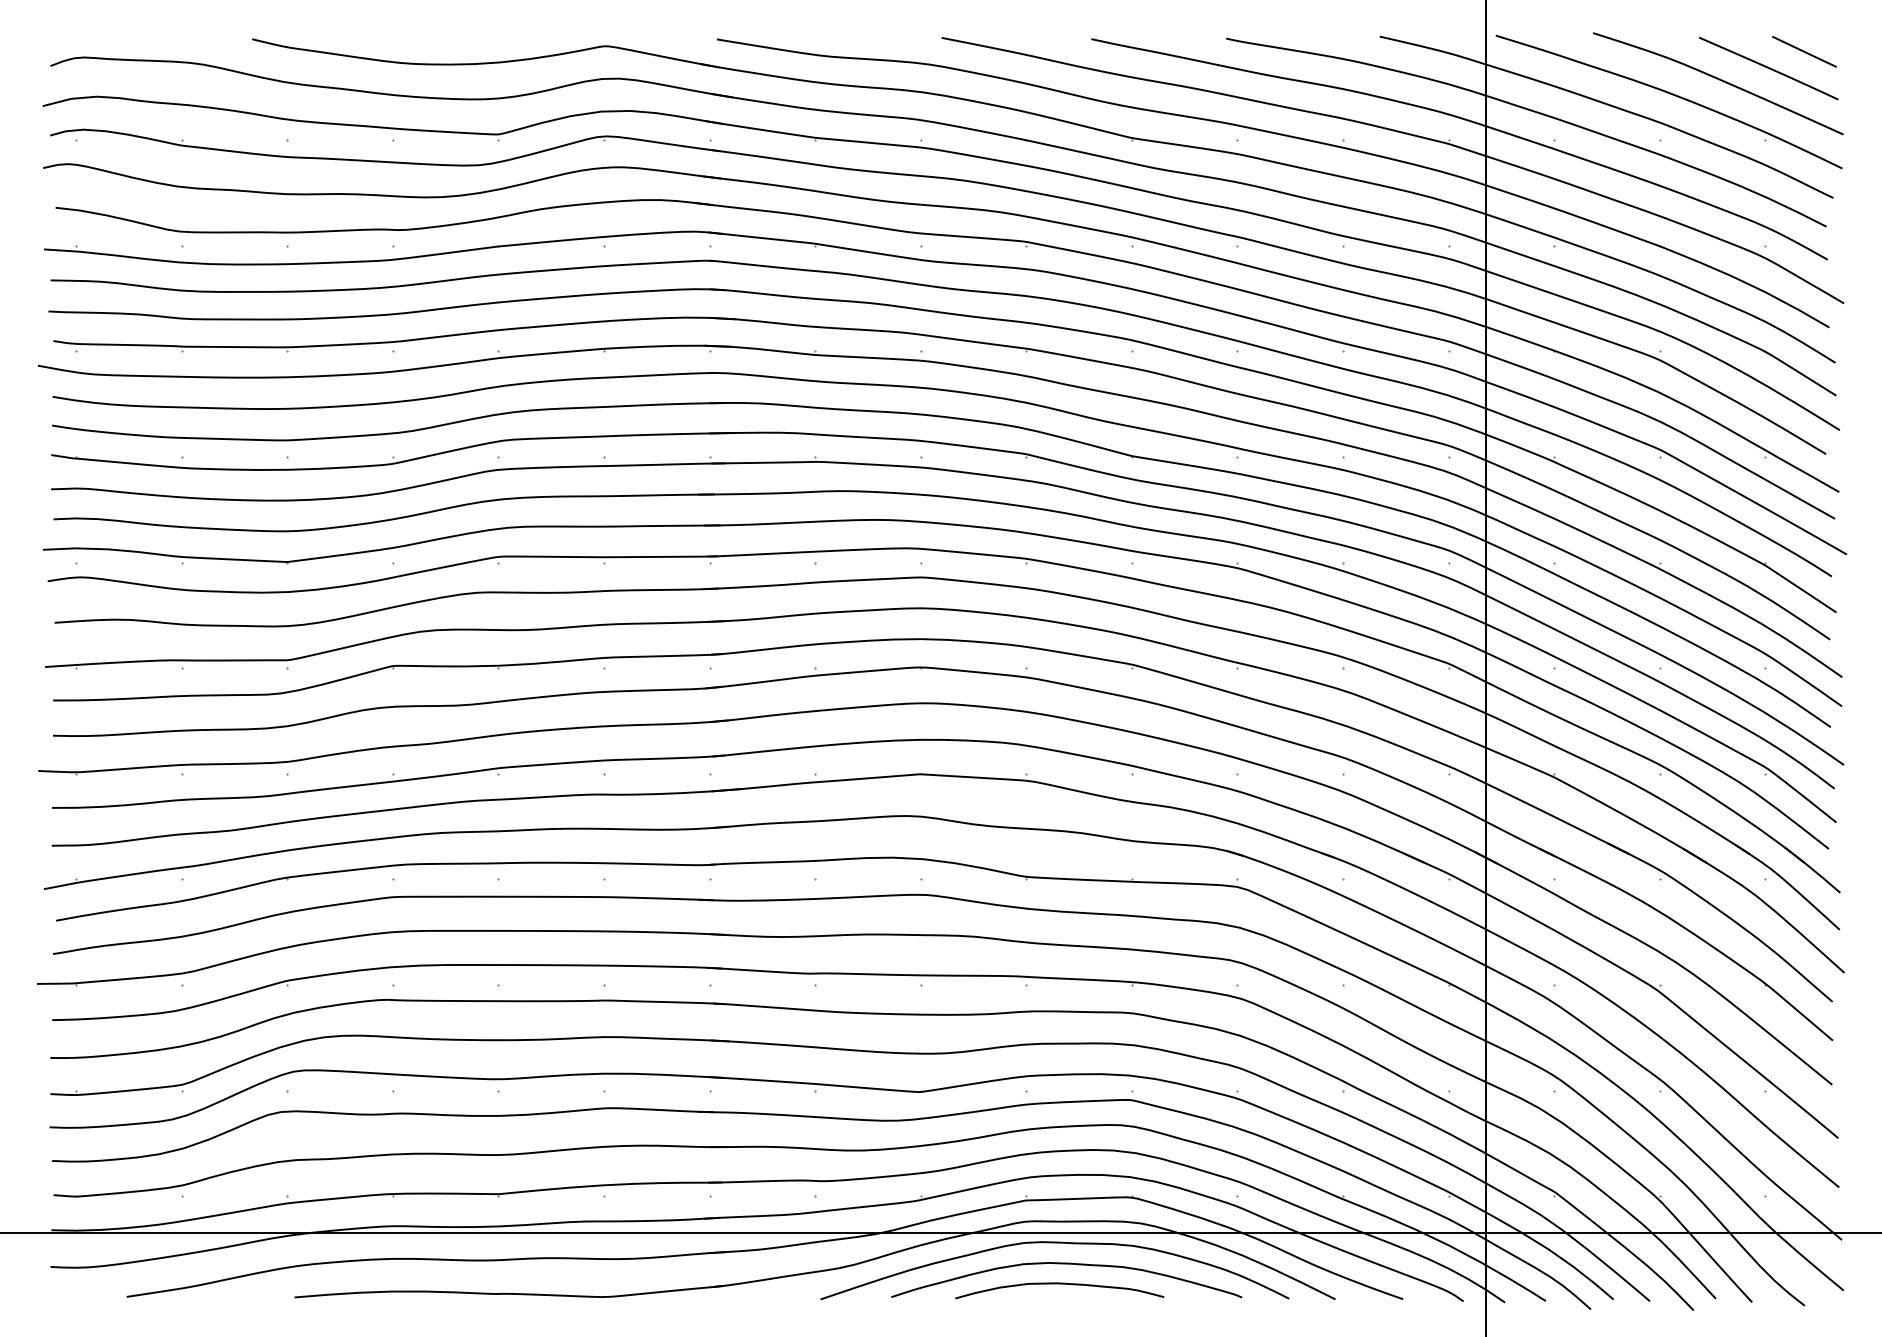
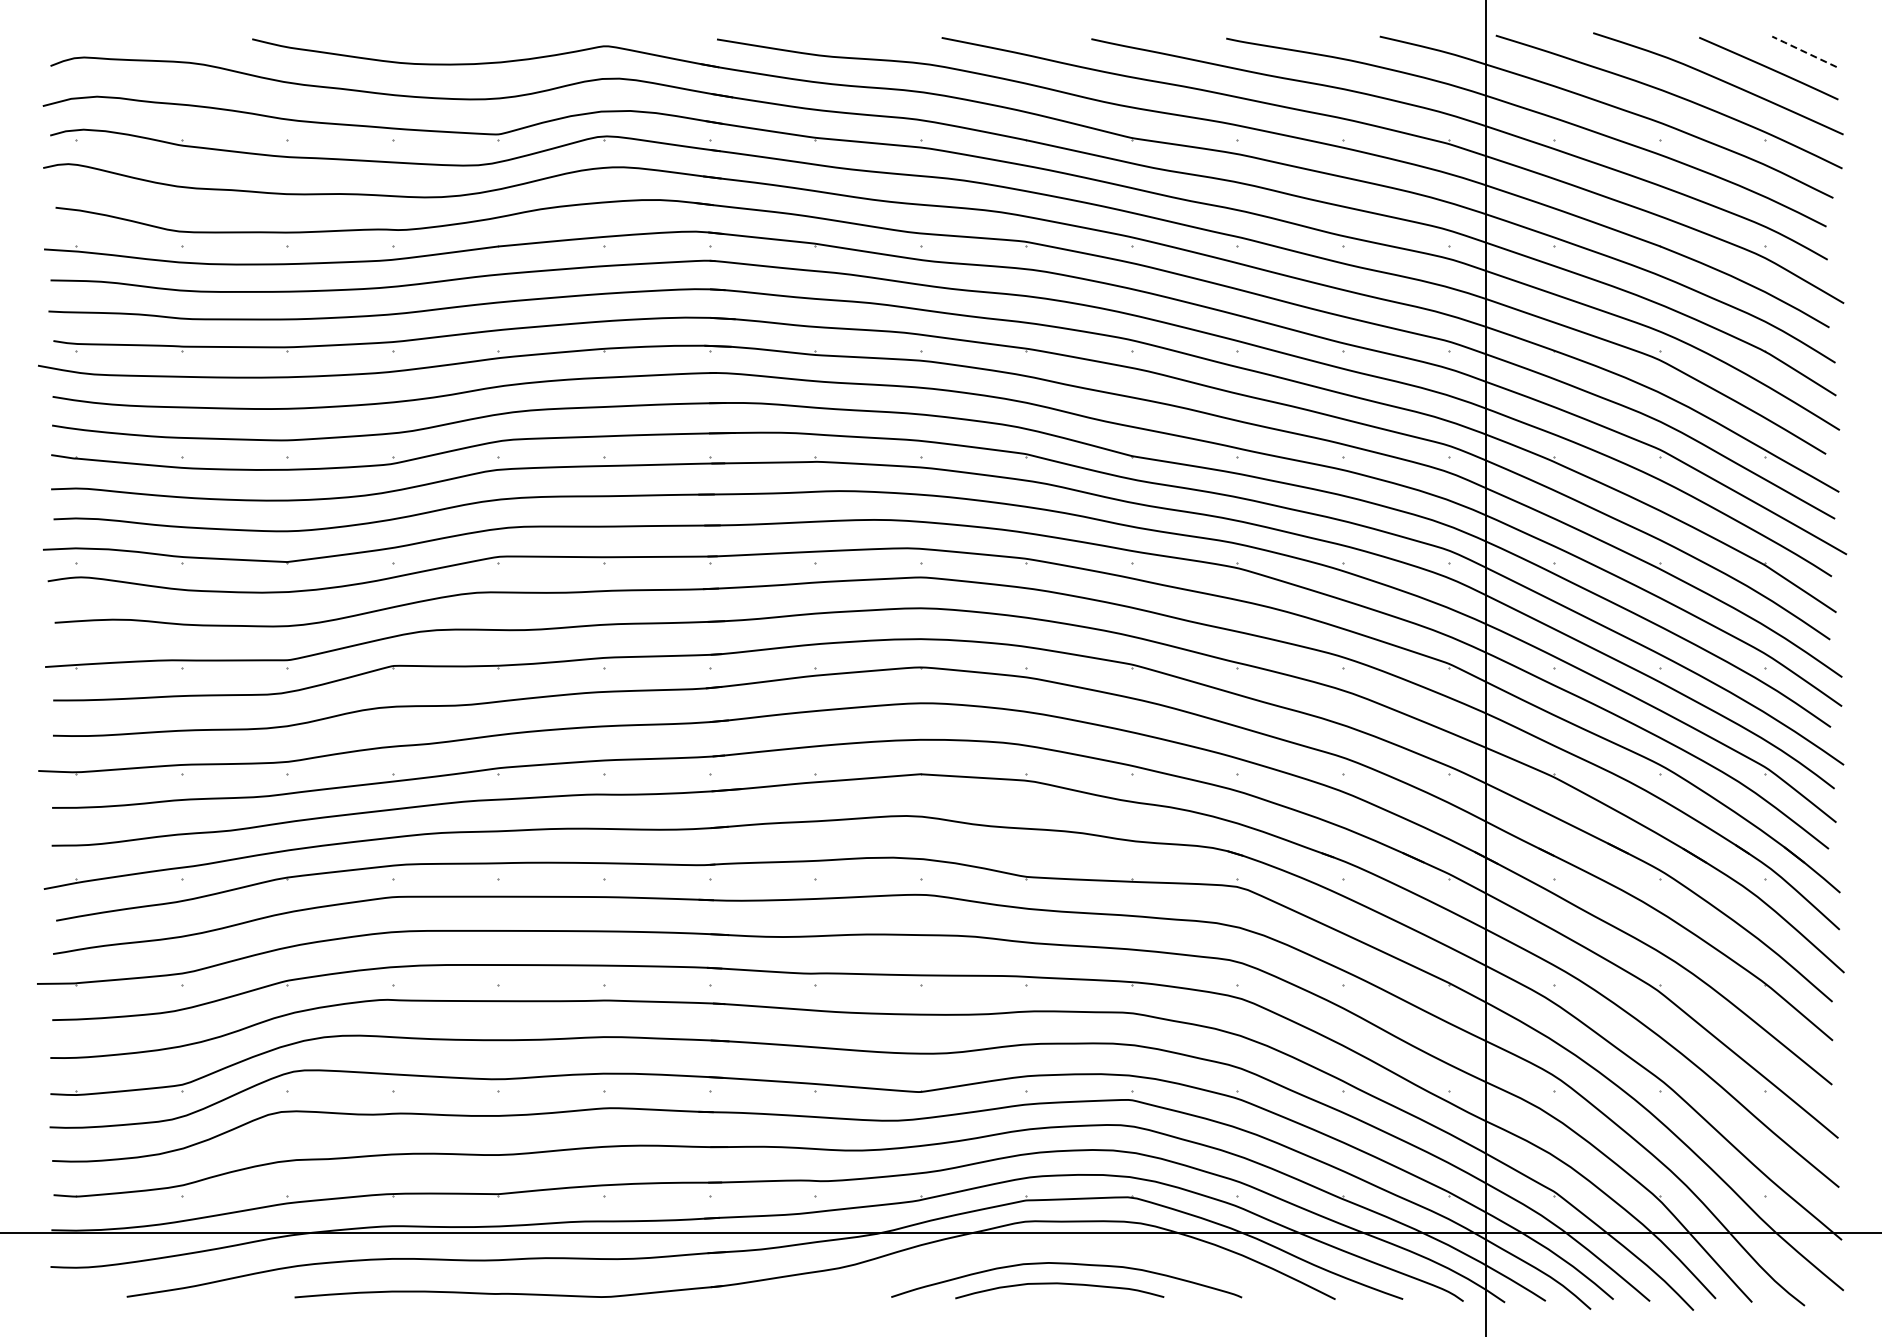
line at (1803, 51): solid -> dashed
curve at (1054, 1243): present -> none
